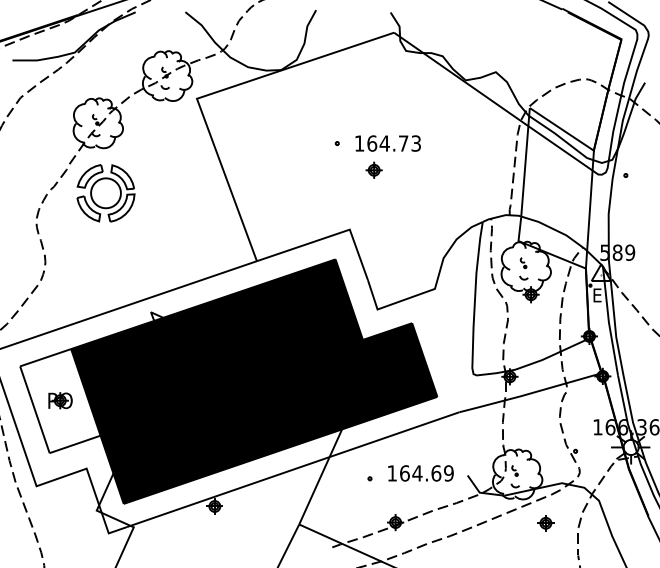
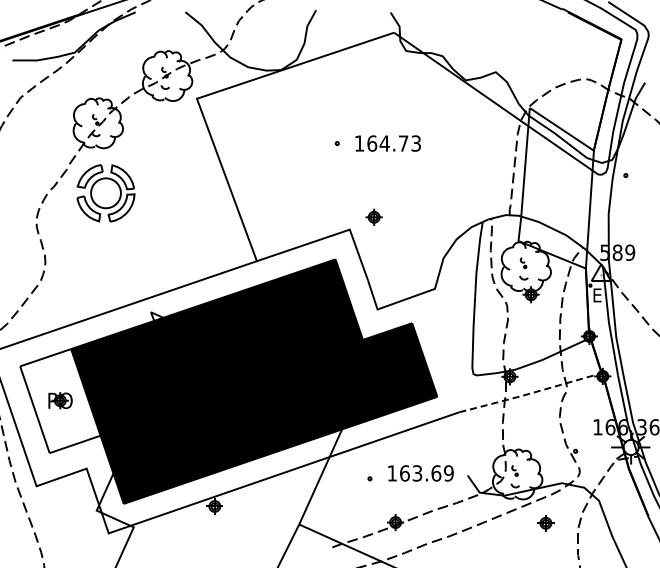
part at (373, 169) position: (373, 169) -> (373, 216)
line at (528, 394): solid -> dashed
text at (417, 473): 164.69 -> 163.69
